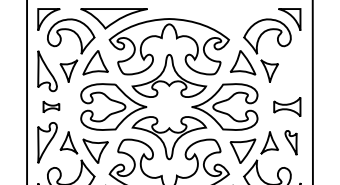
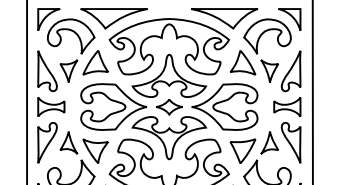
part at (224, 18): none -> present
part at (290, 71): none -> present
part at (51, 107) size: 19x13 px -> 29x20 px
part at (169, 107): none -> present
part at (290, 142) size: 14x26 px -> 22x42 px
